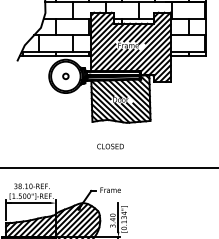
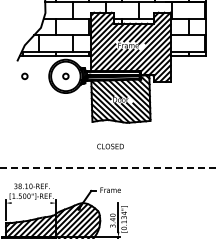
circle at (24, 76): none -> present
line at (109, 168): solid -> dashed
line at (28, 203): present -> none
